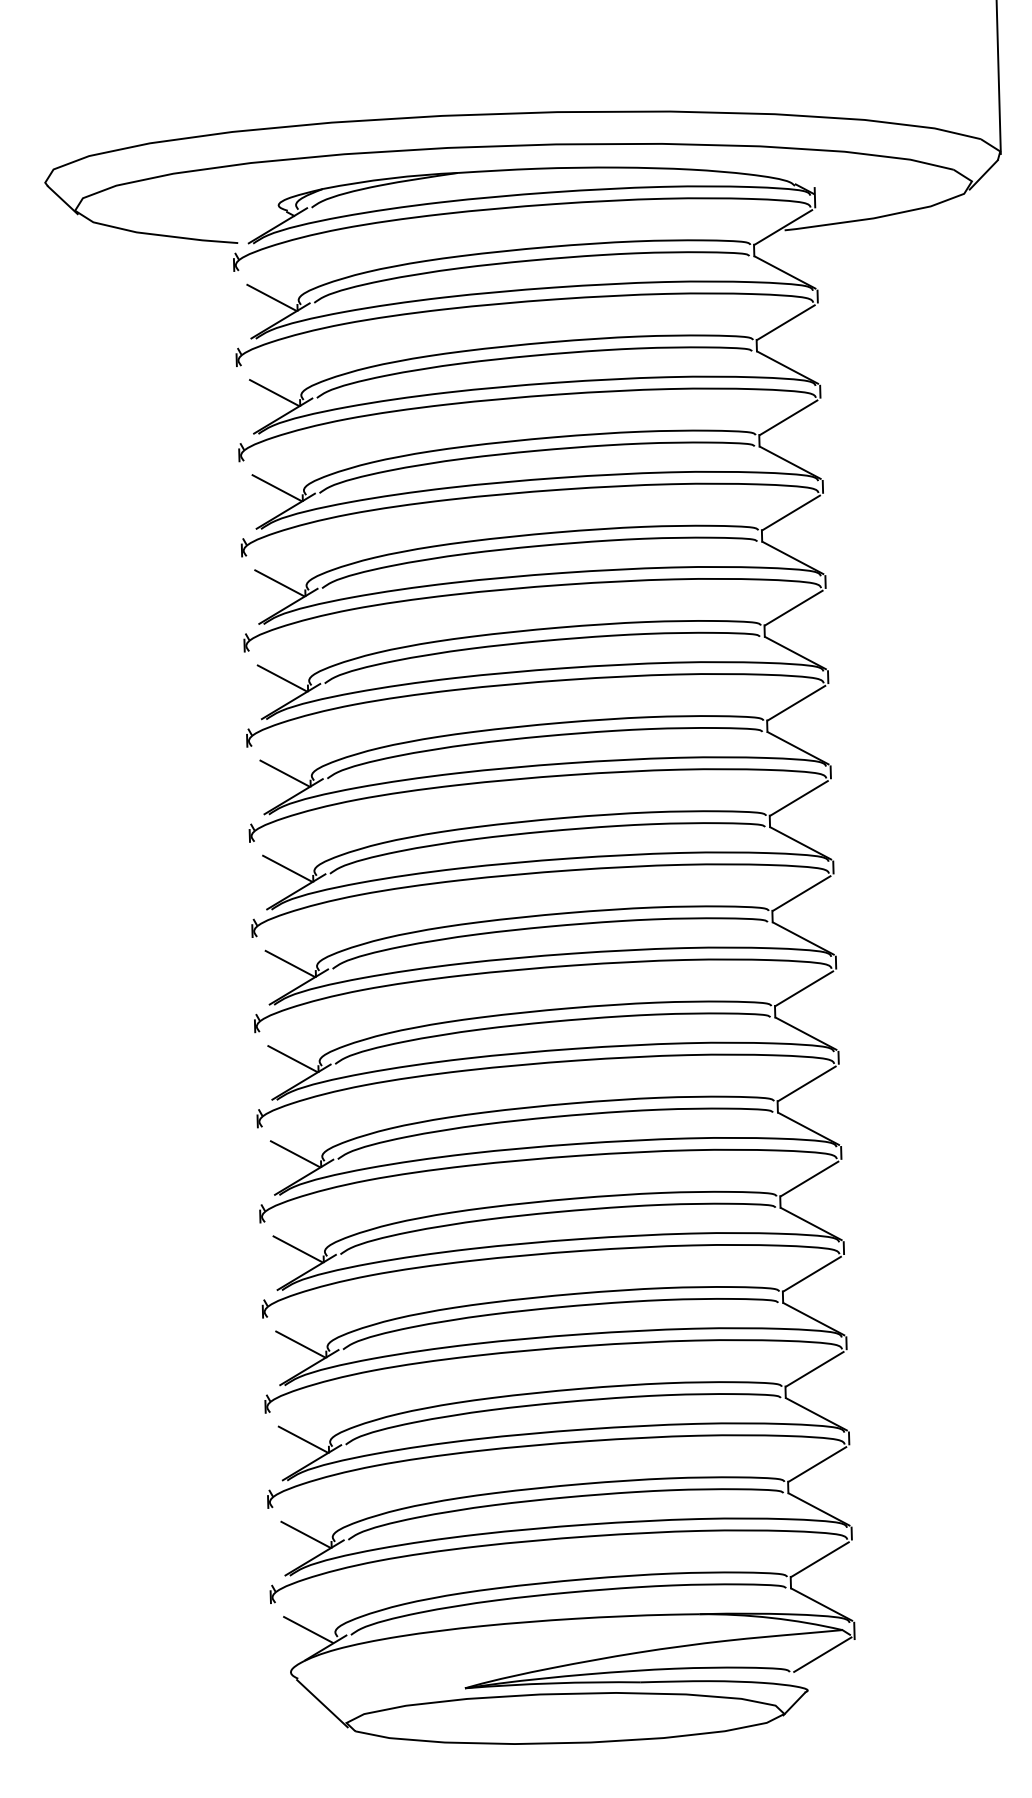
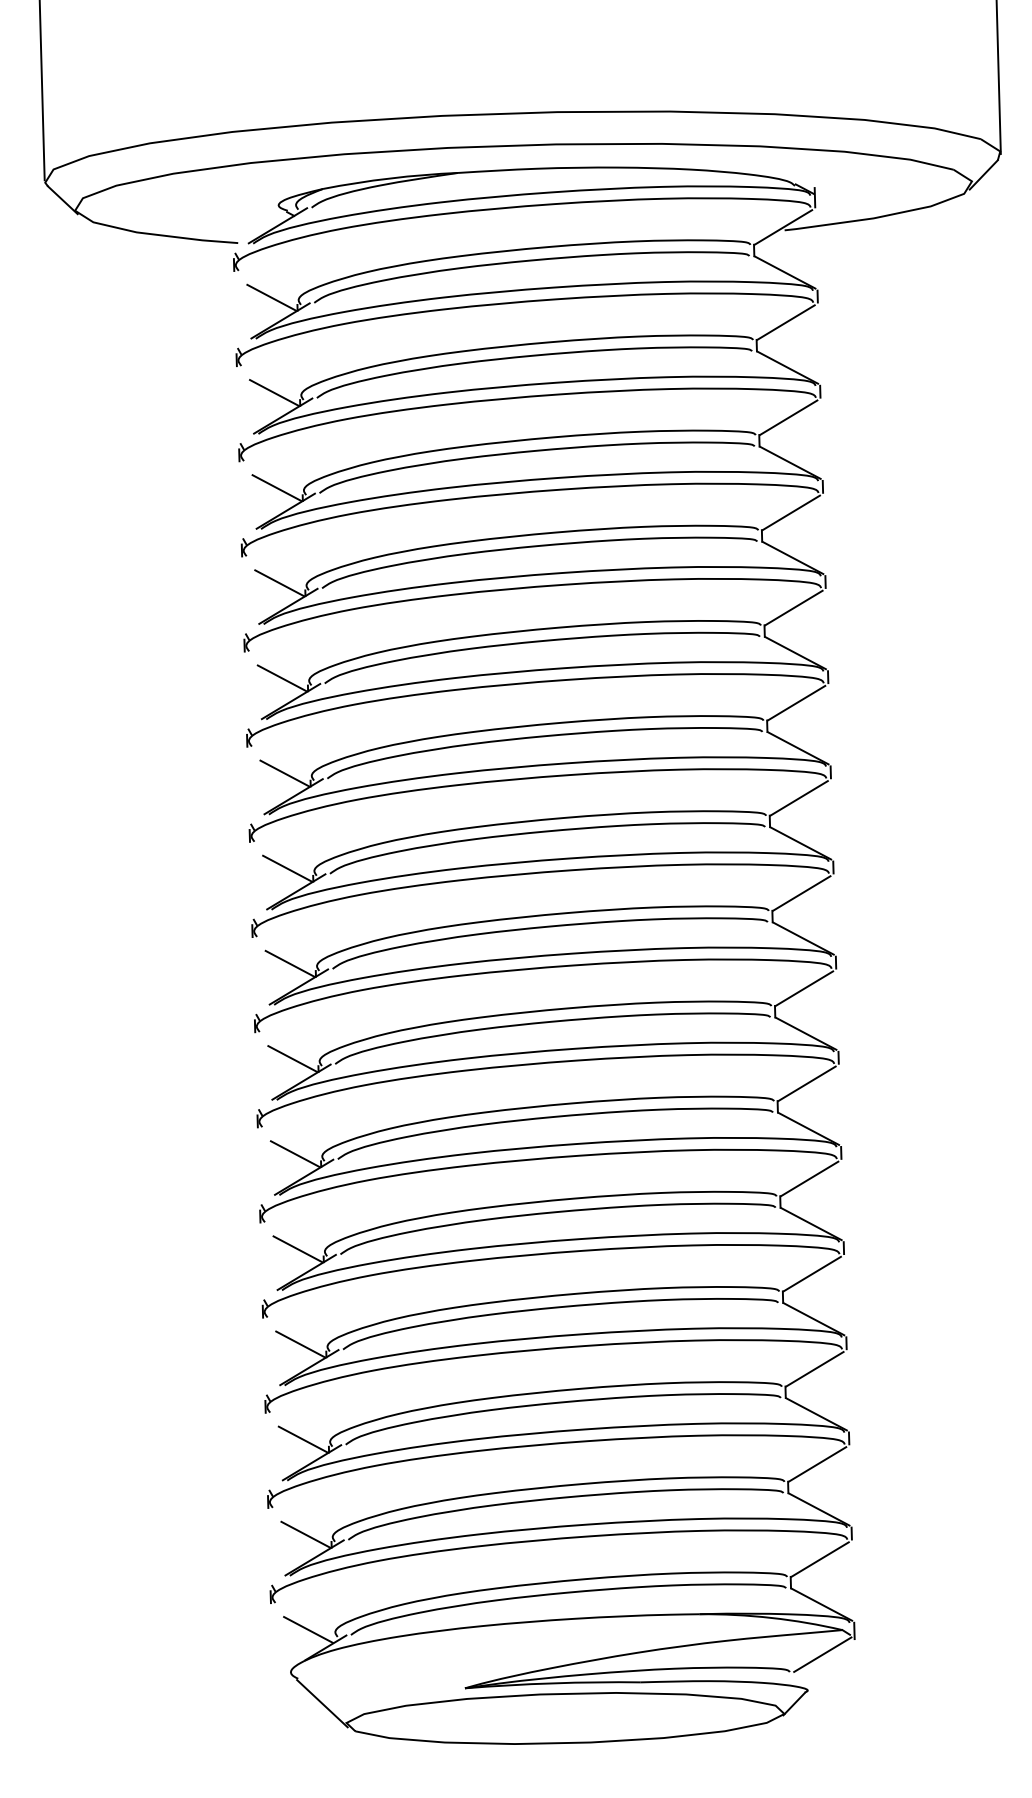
line at (41, 91): none -> present
